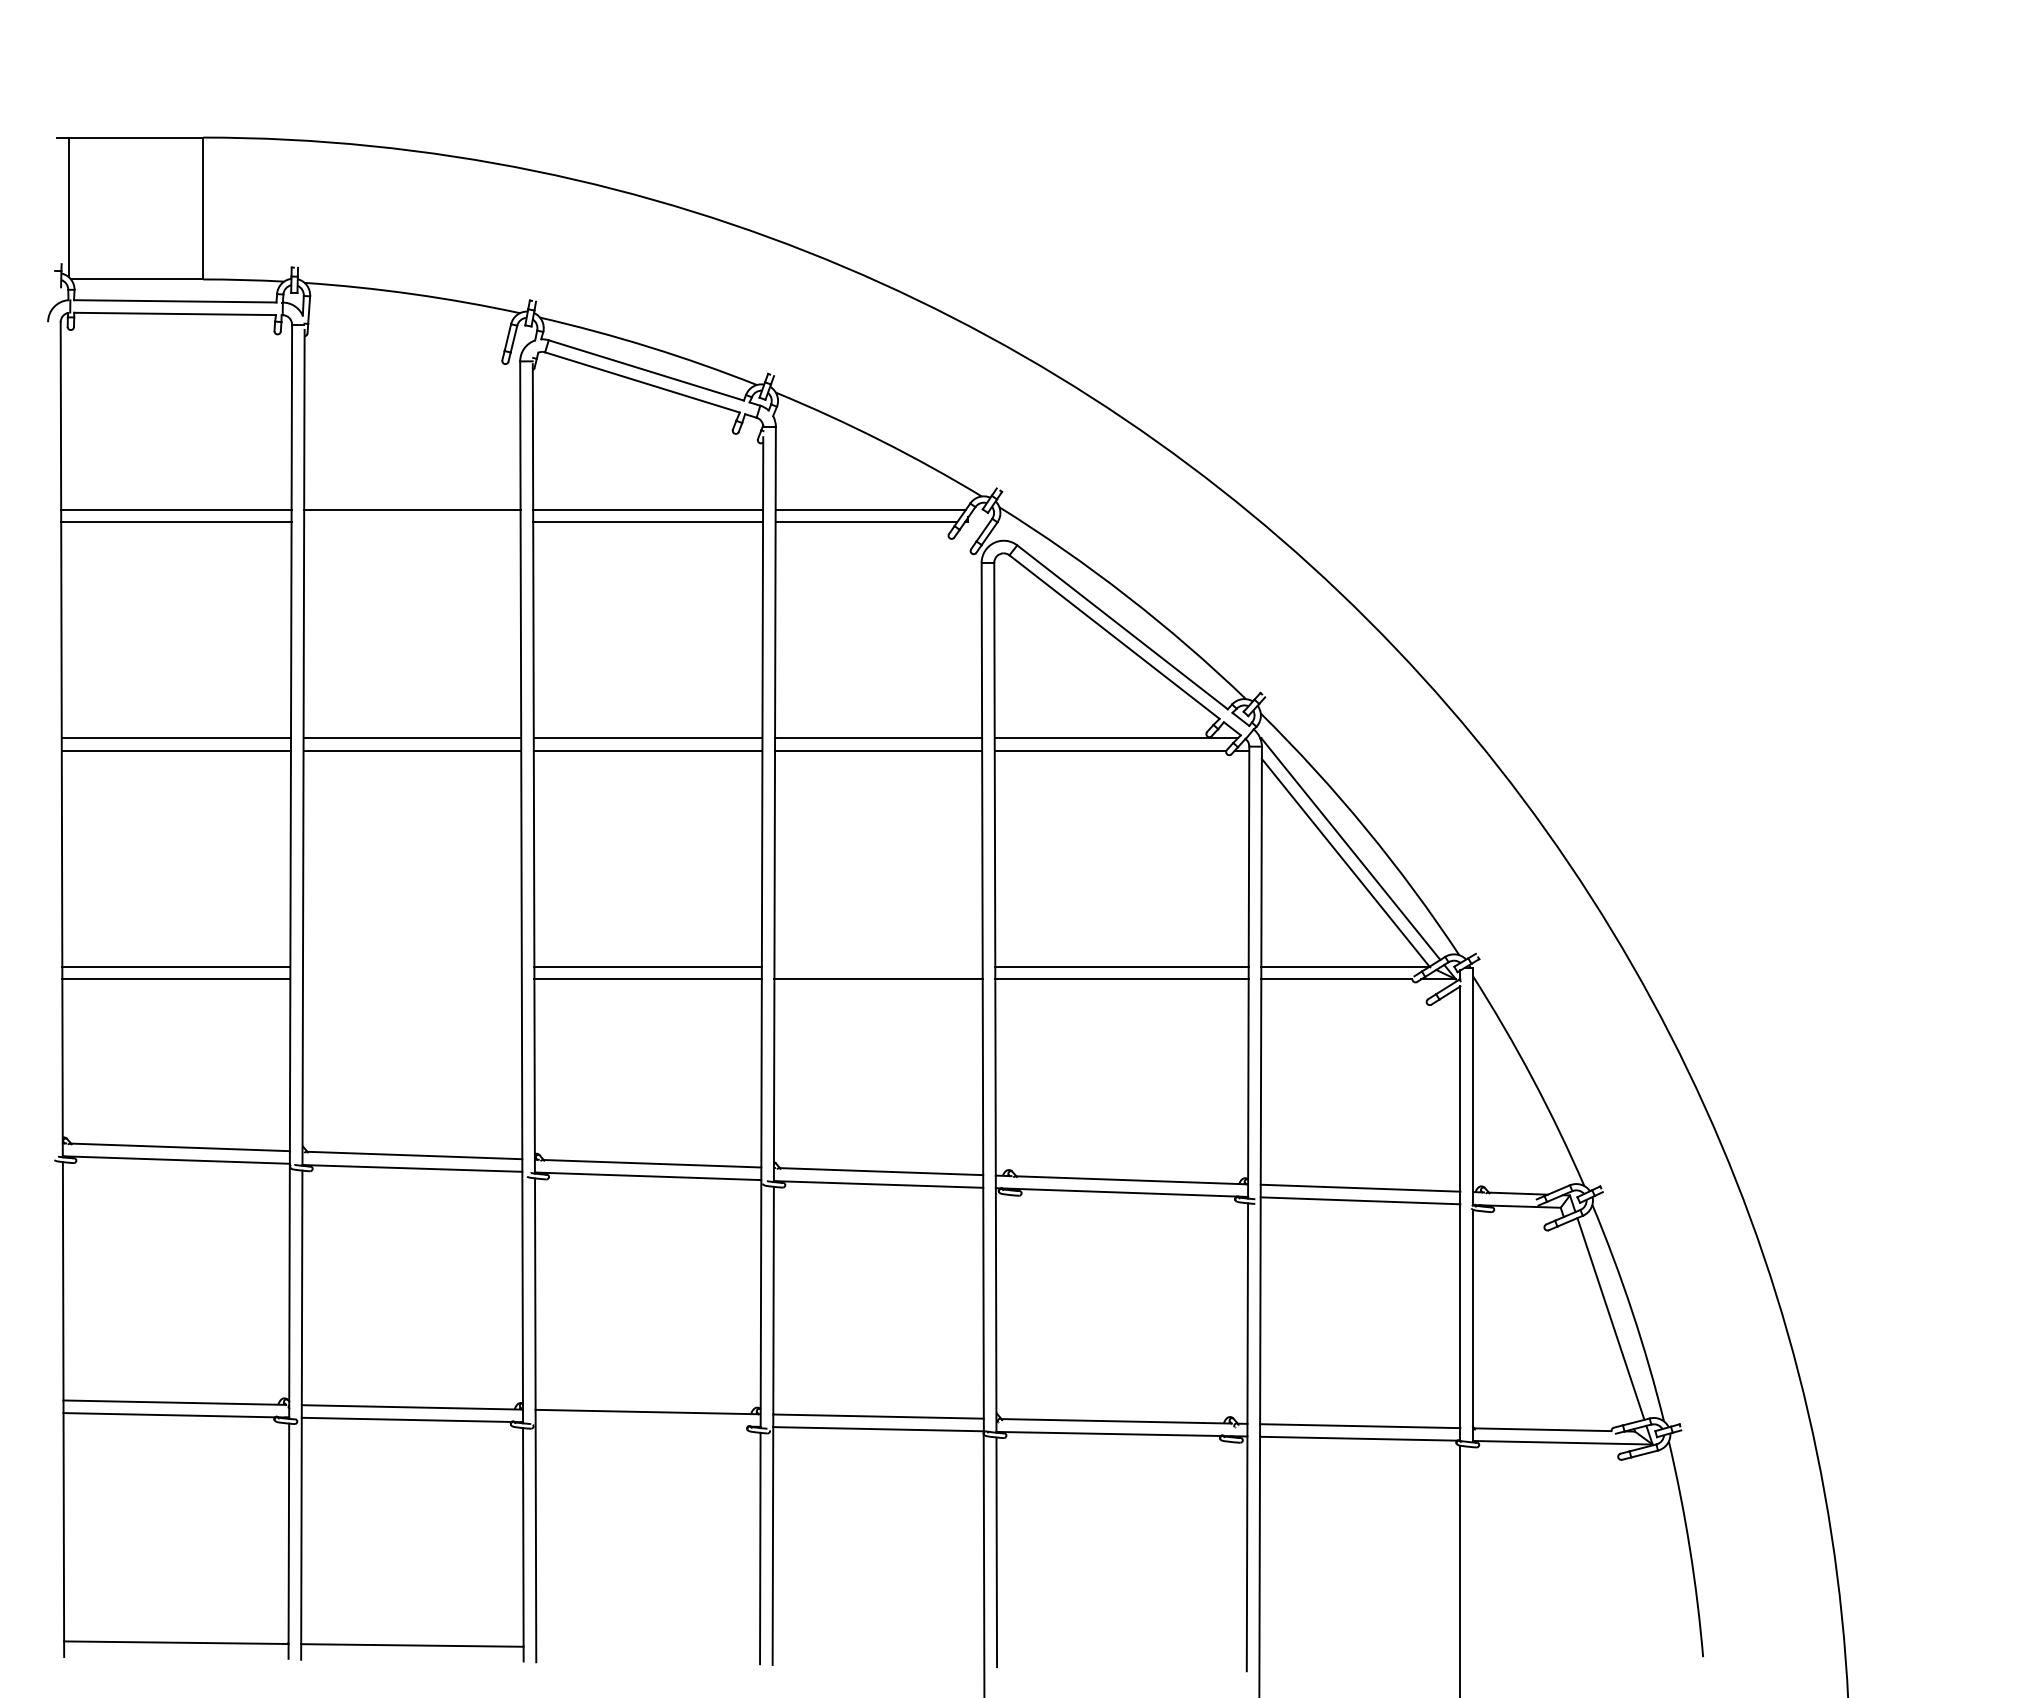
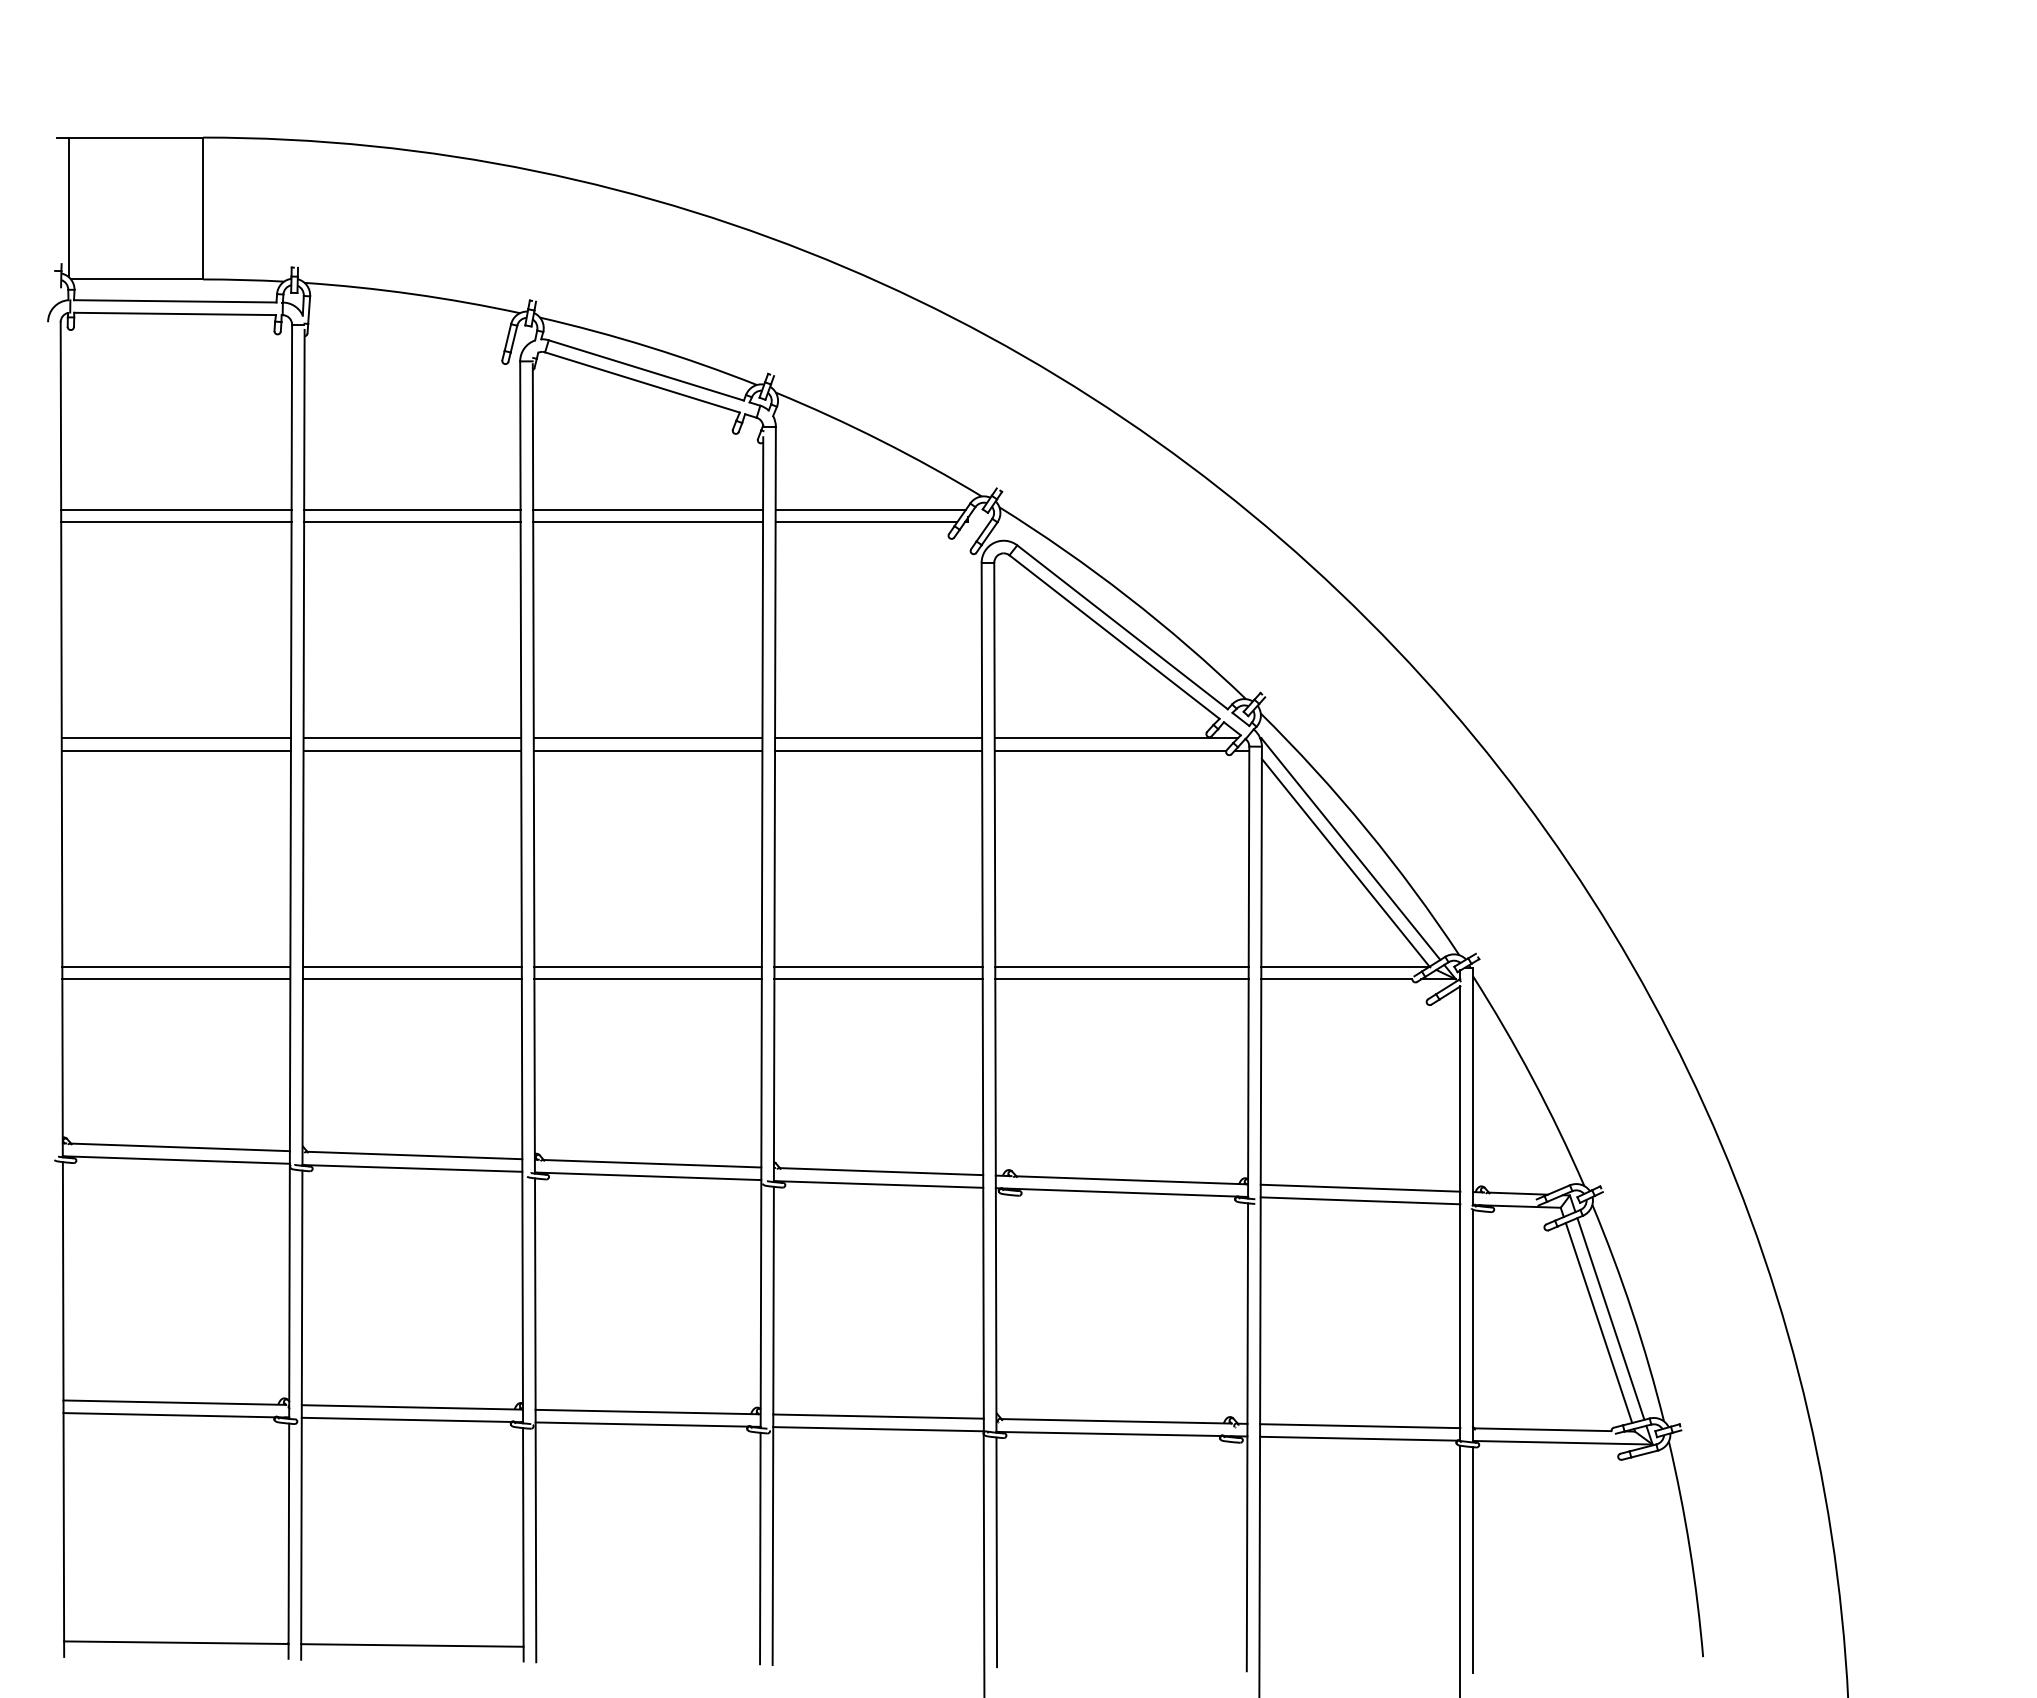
line at (412, 522): none -> present
line at (411, 966): none -> present
line at (878, 966): none -> present
line at (411, 979): none -> present
line at (1598, 1323): none -> present
line at (641, 1424): none -> present
line at (1473, 1559): none -> present
